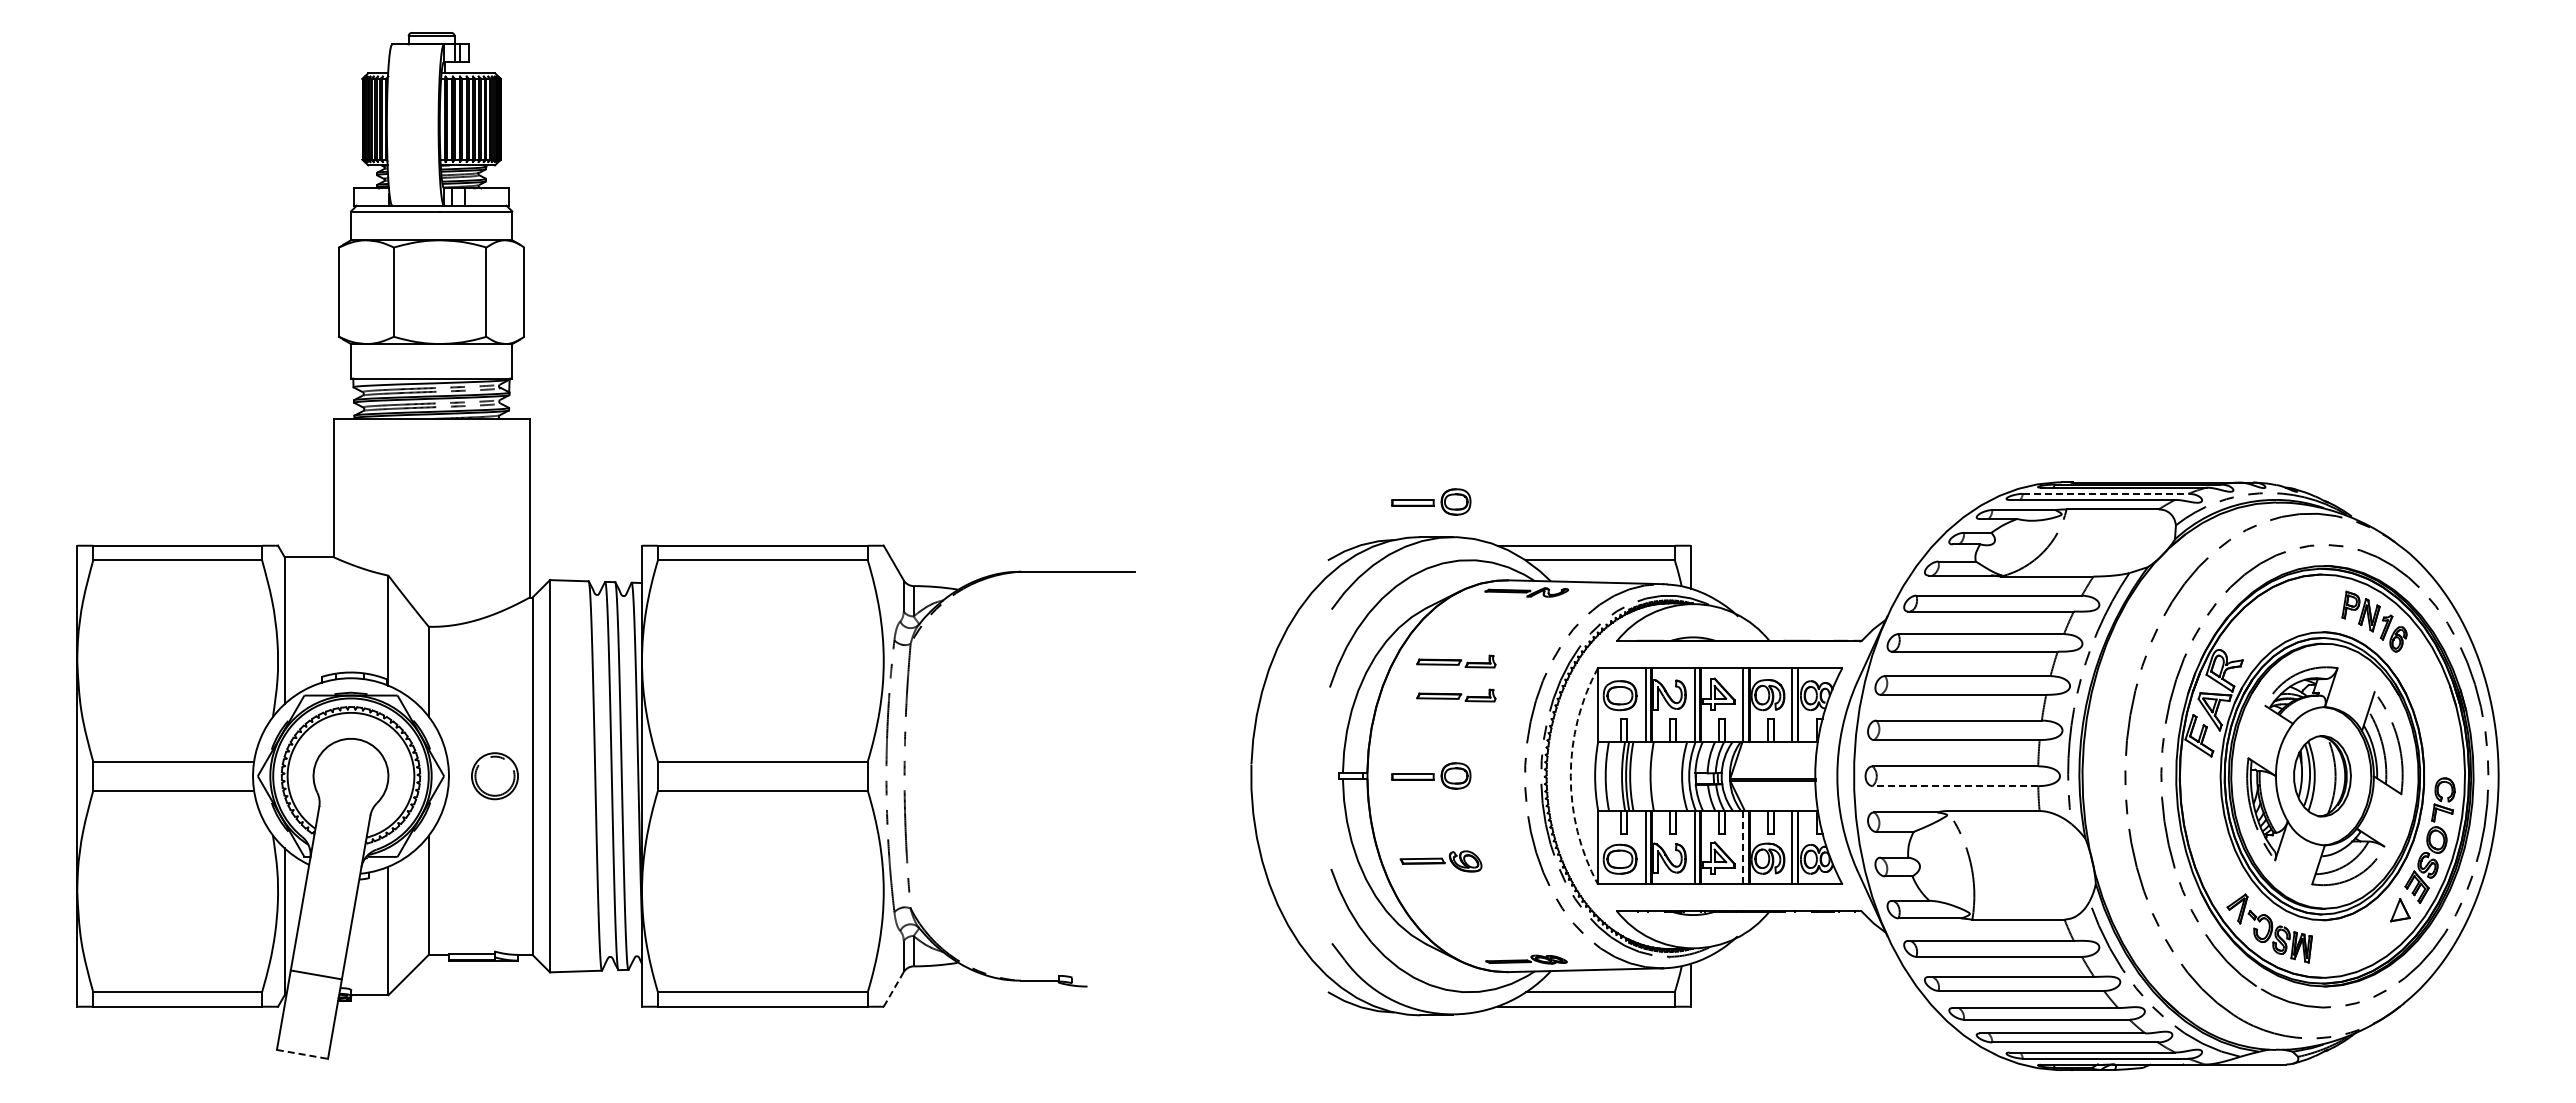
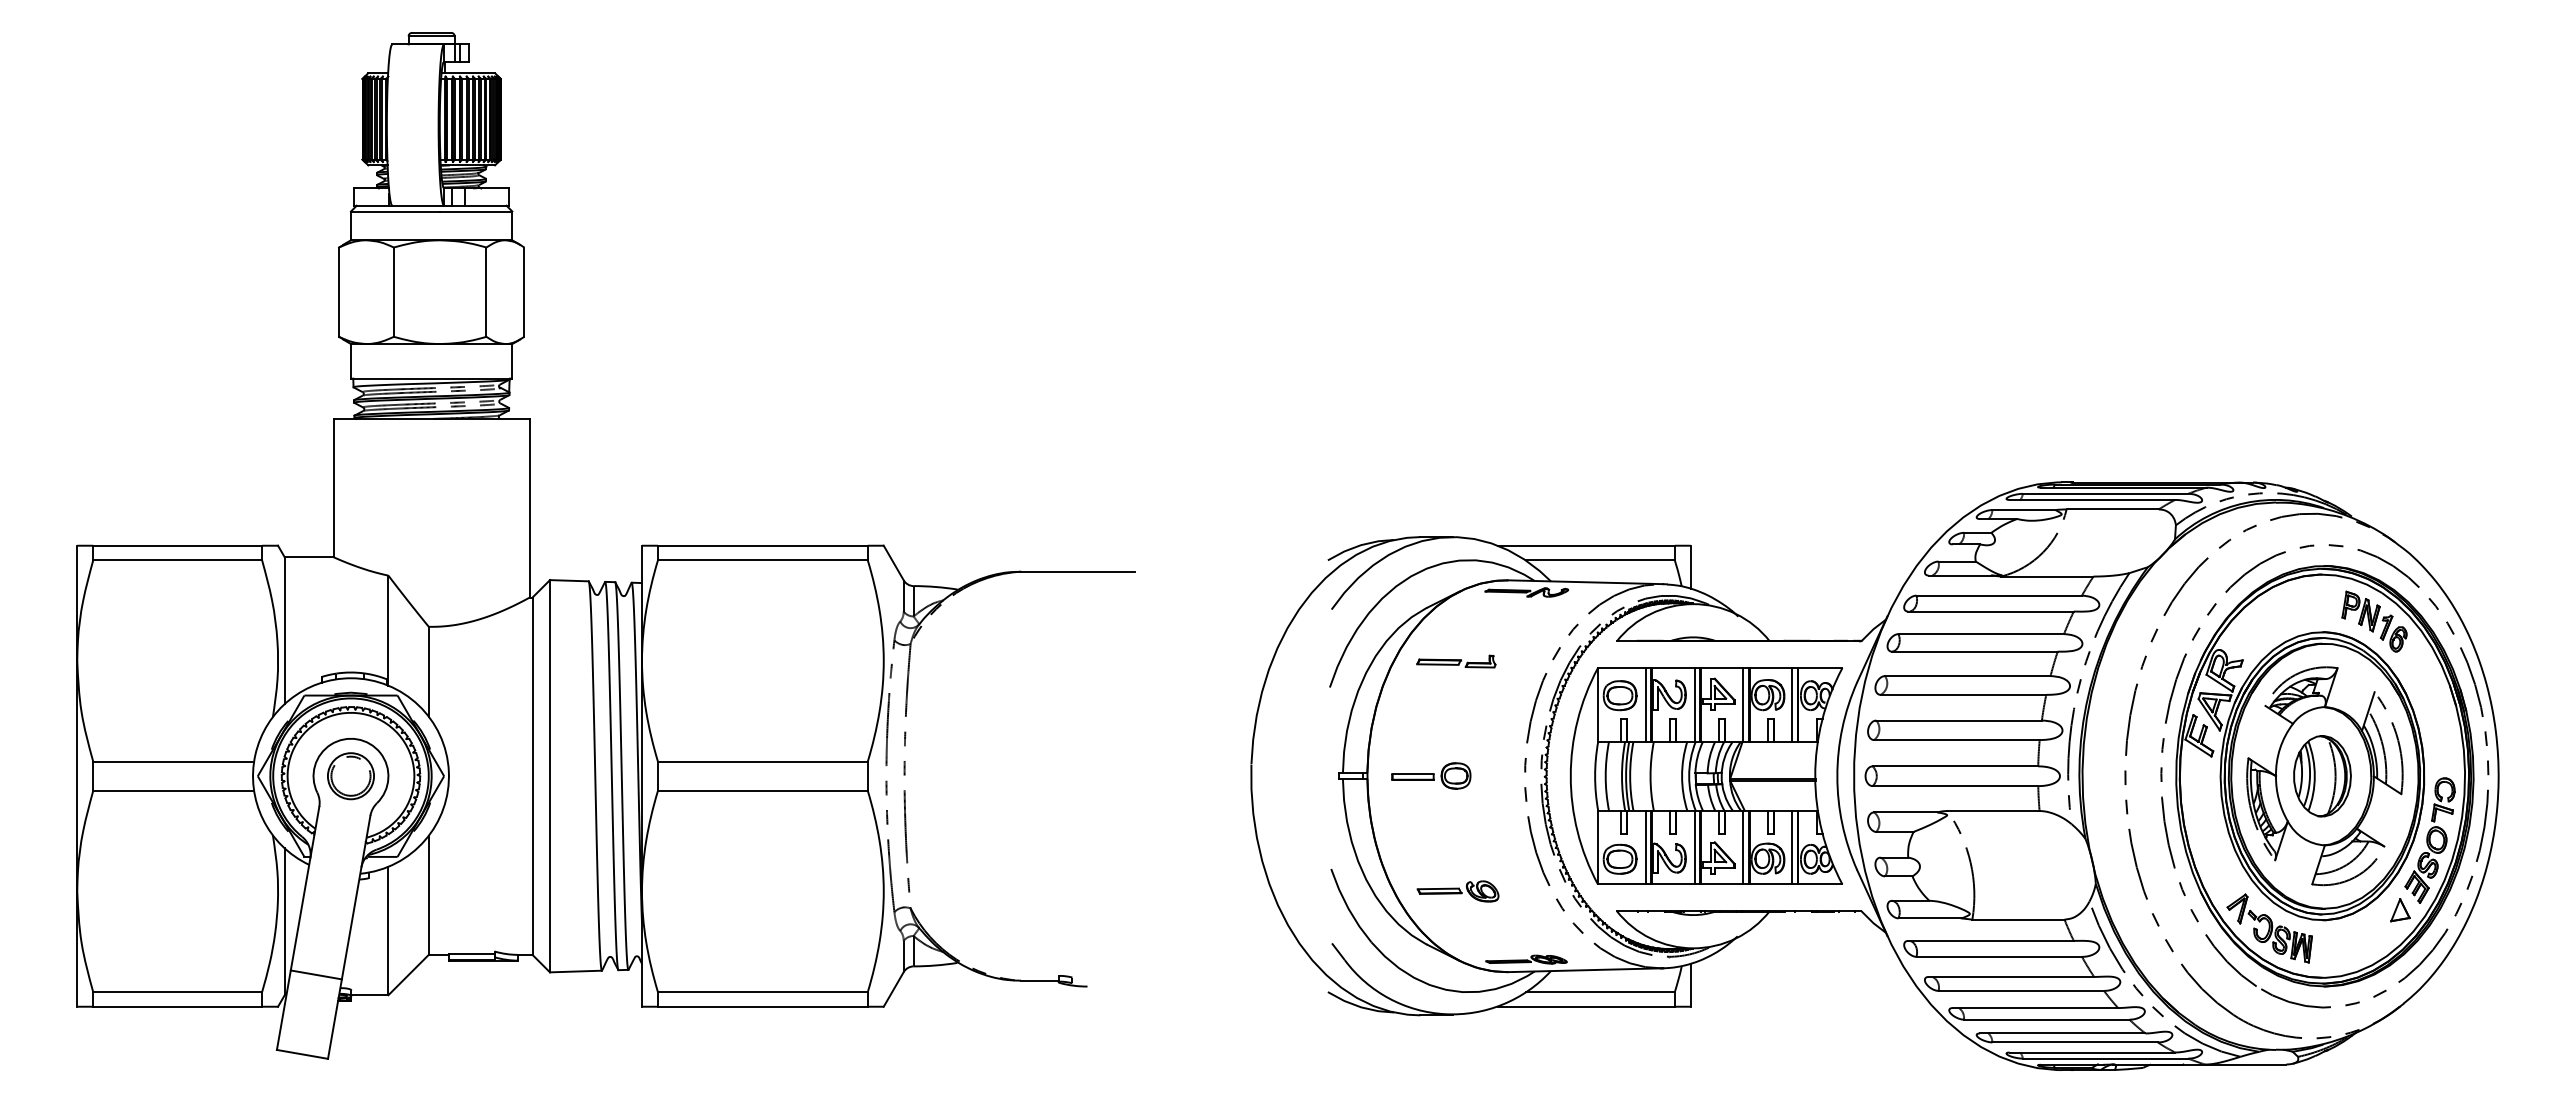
line at (2105, 493): dashed -> solid
part at (1431, 501): present -> none
part at (1456, 695): present -> none
part at (494, 776) position: (494, 776) -> (350, 776)
arc at (1570, 776): dashed -> solid
line at (1955, 786): dashed -> solid
line at (1743, 847): dashed -> solid
part at (1440, 861) position: (1440, 861) -> (1457, 891)
line at (893, 989): dashed -> solid
line at (302, 1054): dashed -> solid
